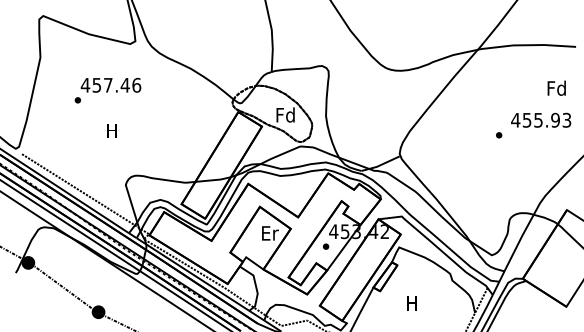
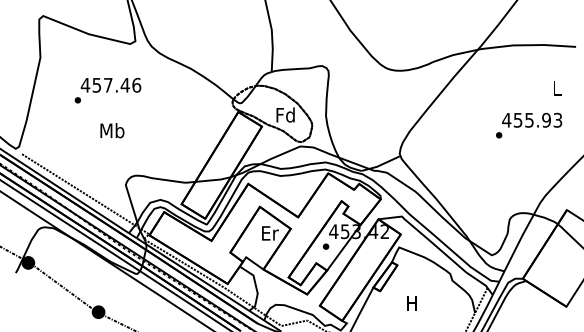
text at (556, 87): Fd -> L
text at (541, 119) position: (541, 119) -> (532, 119)
text at (112, 130): H -> Mb
